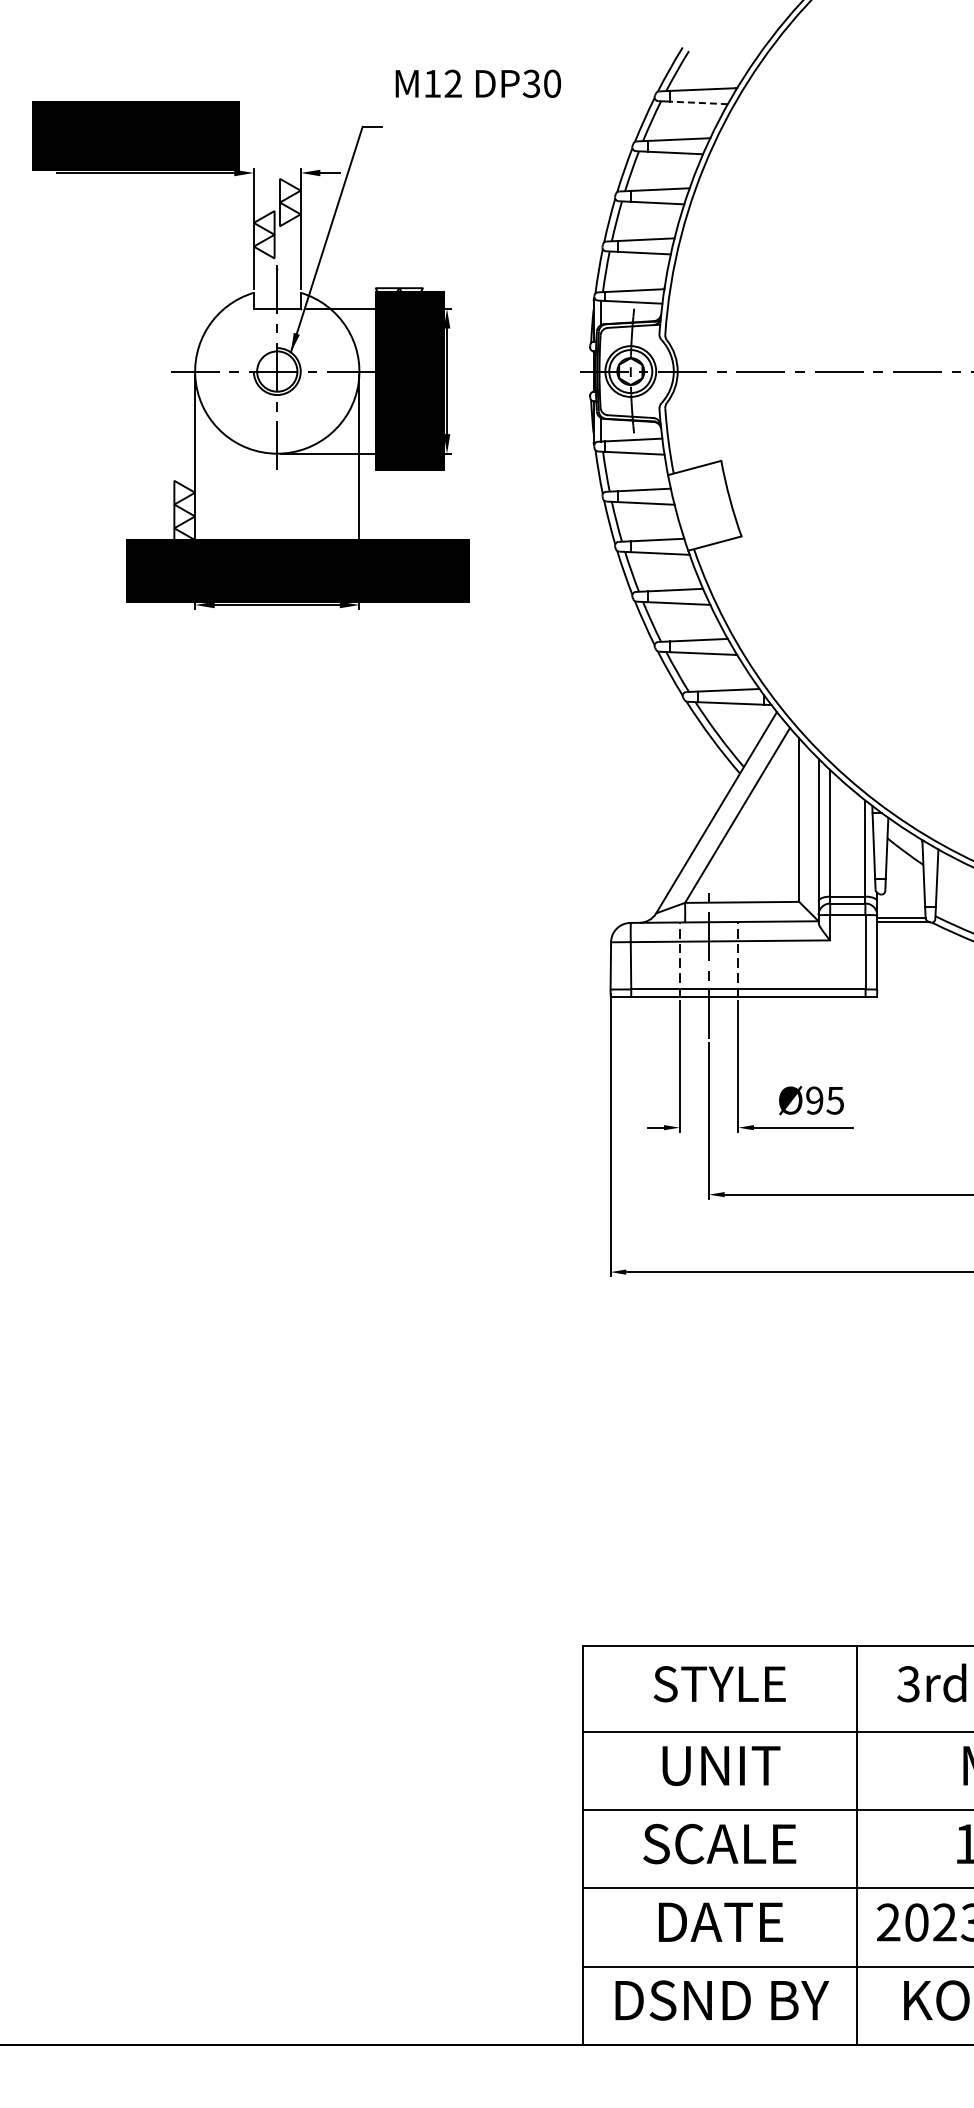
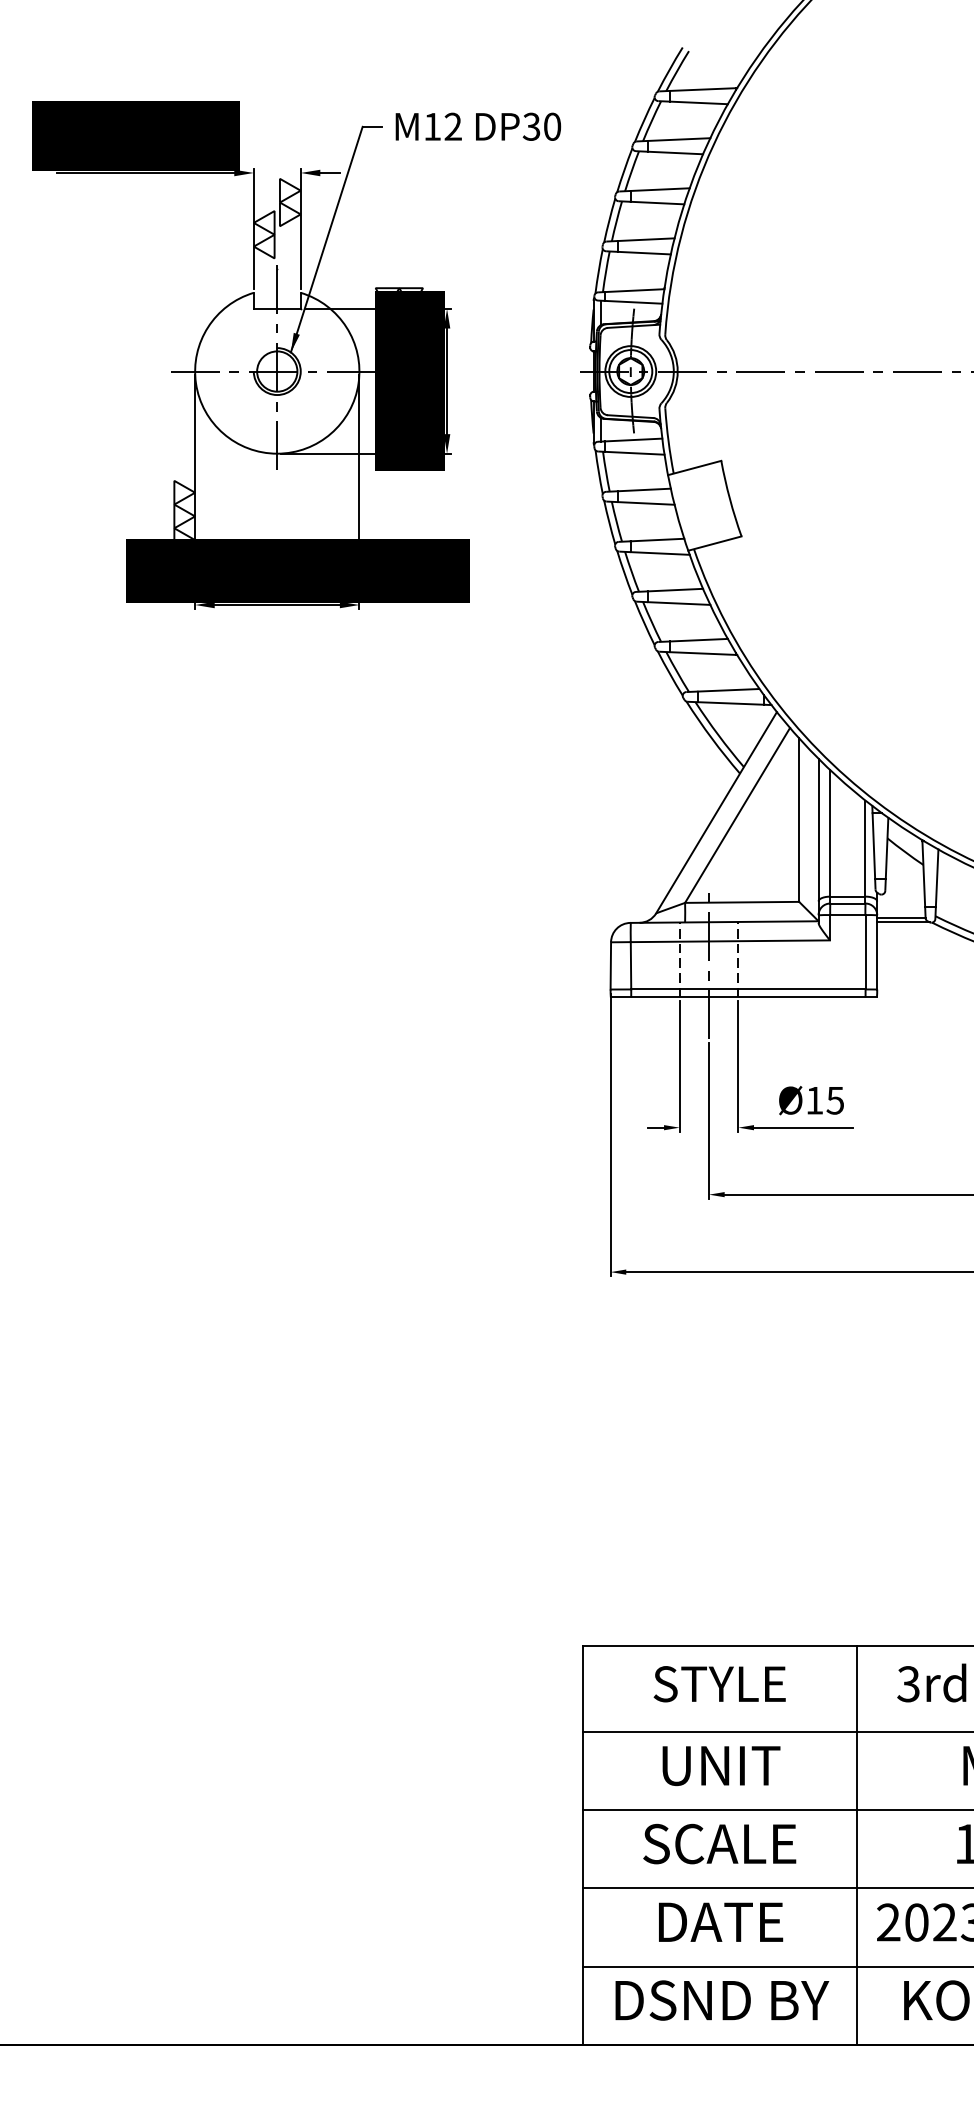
text at (478, 83) position: (478, 83) -> (478, 126)
line at (699, 102): dashed -> solid
text at (814, 1100): 95 -> 15
